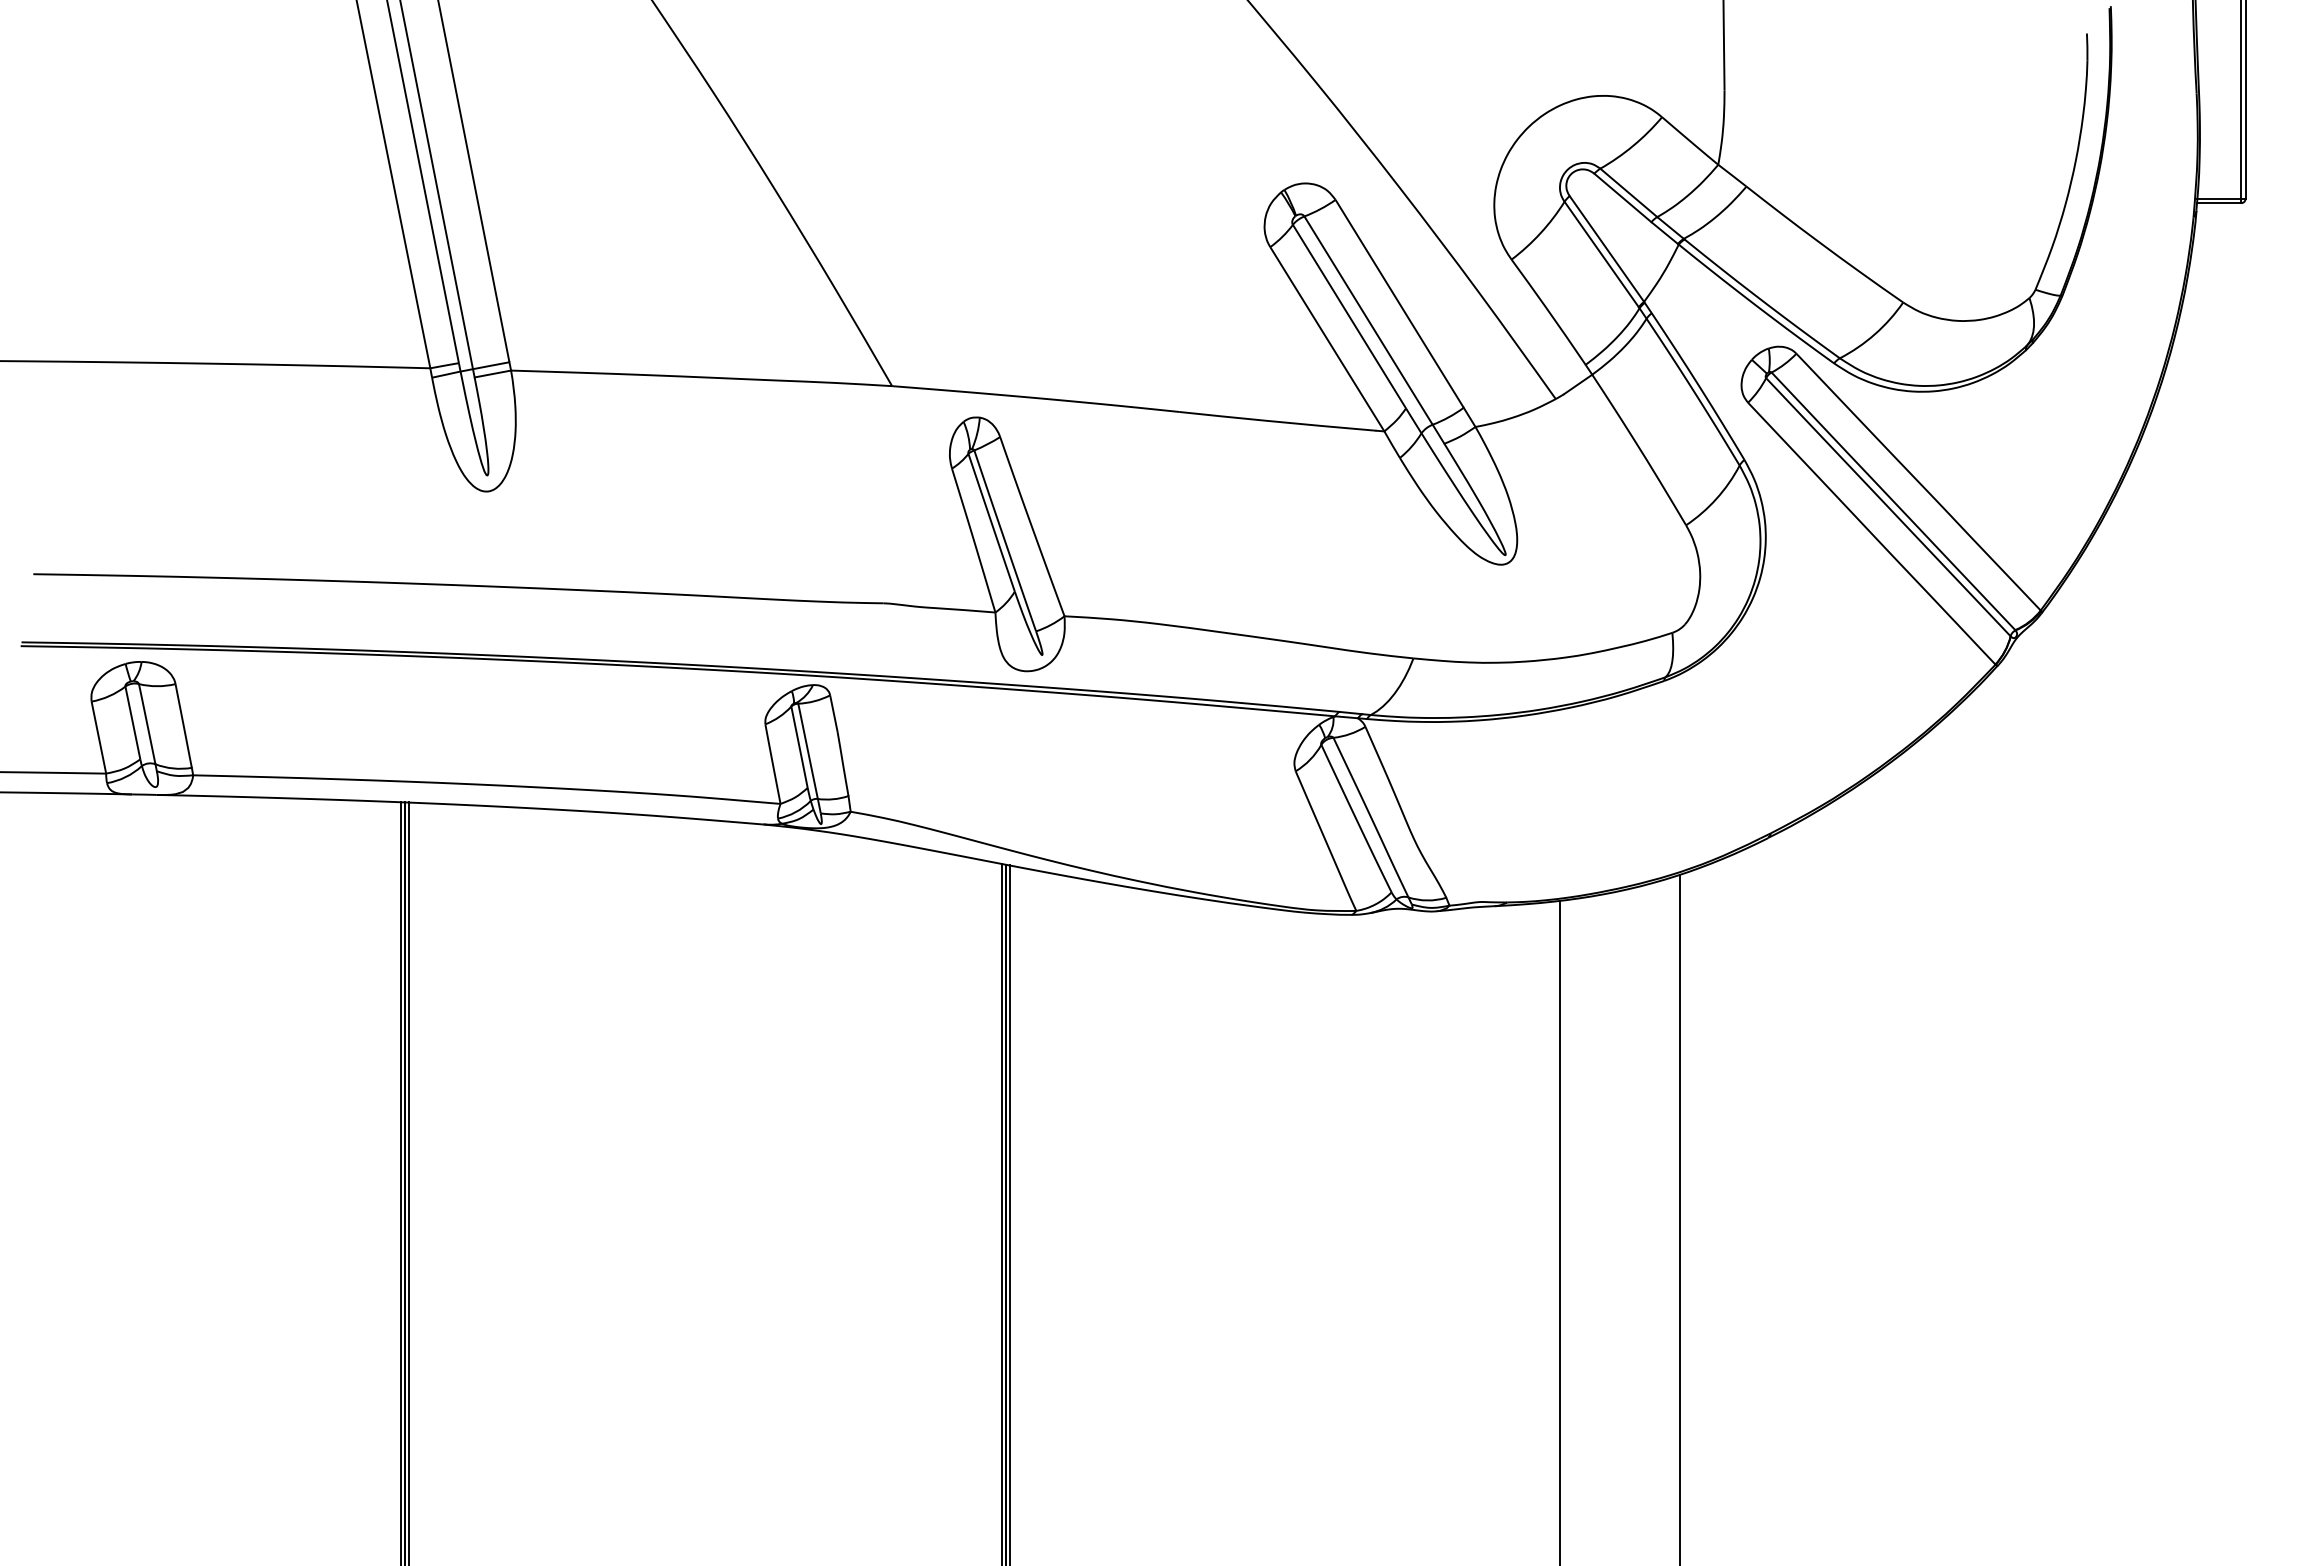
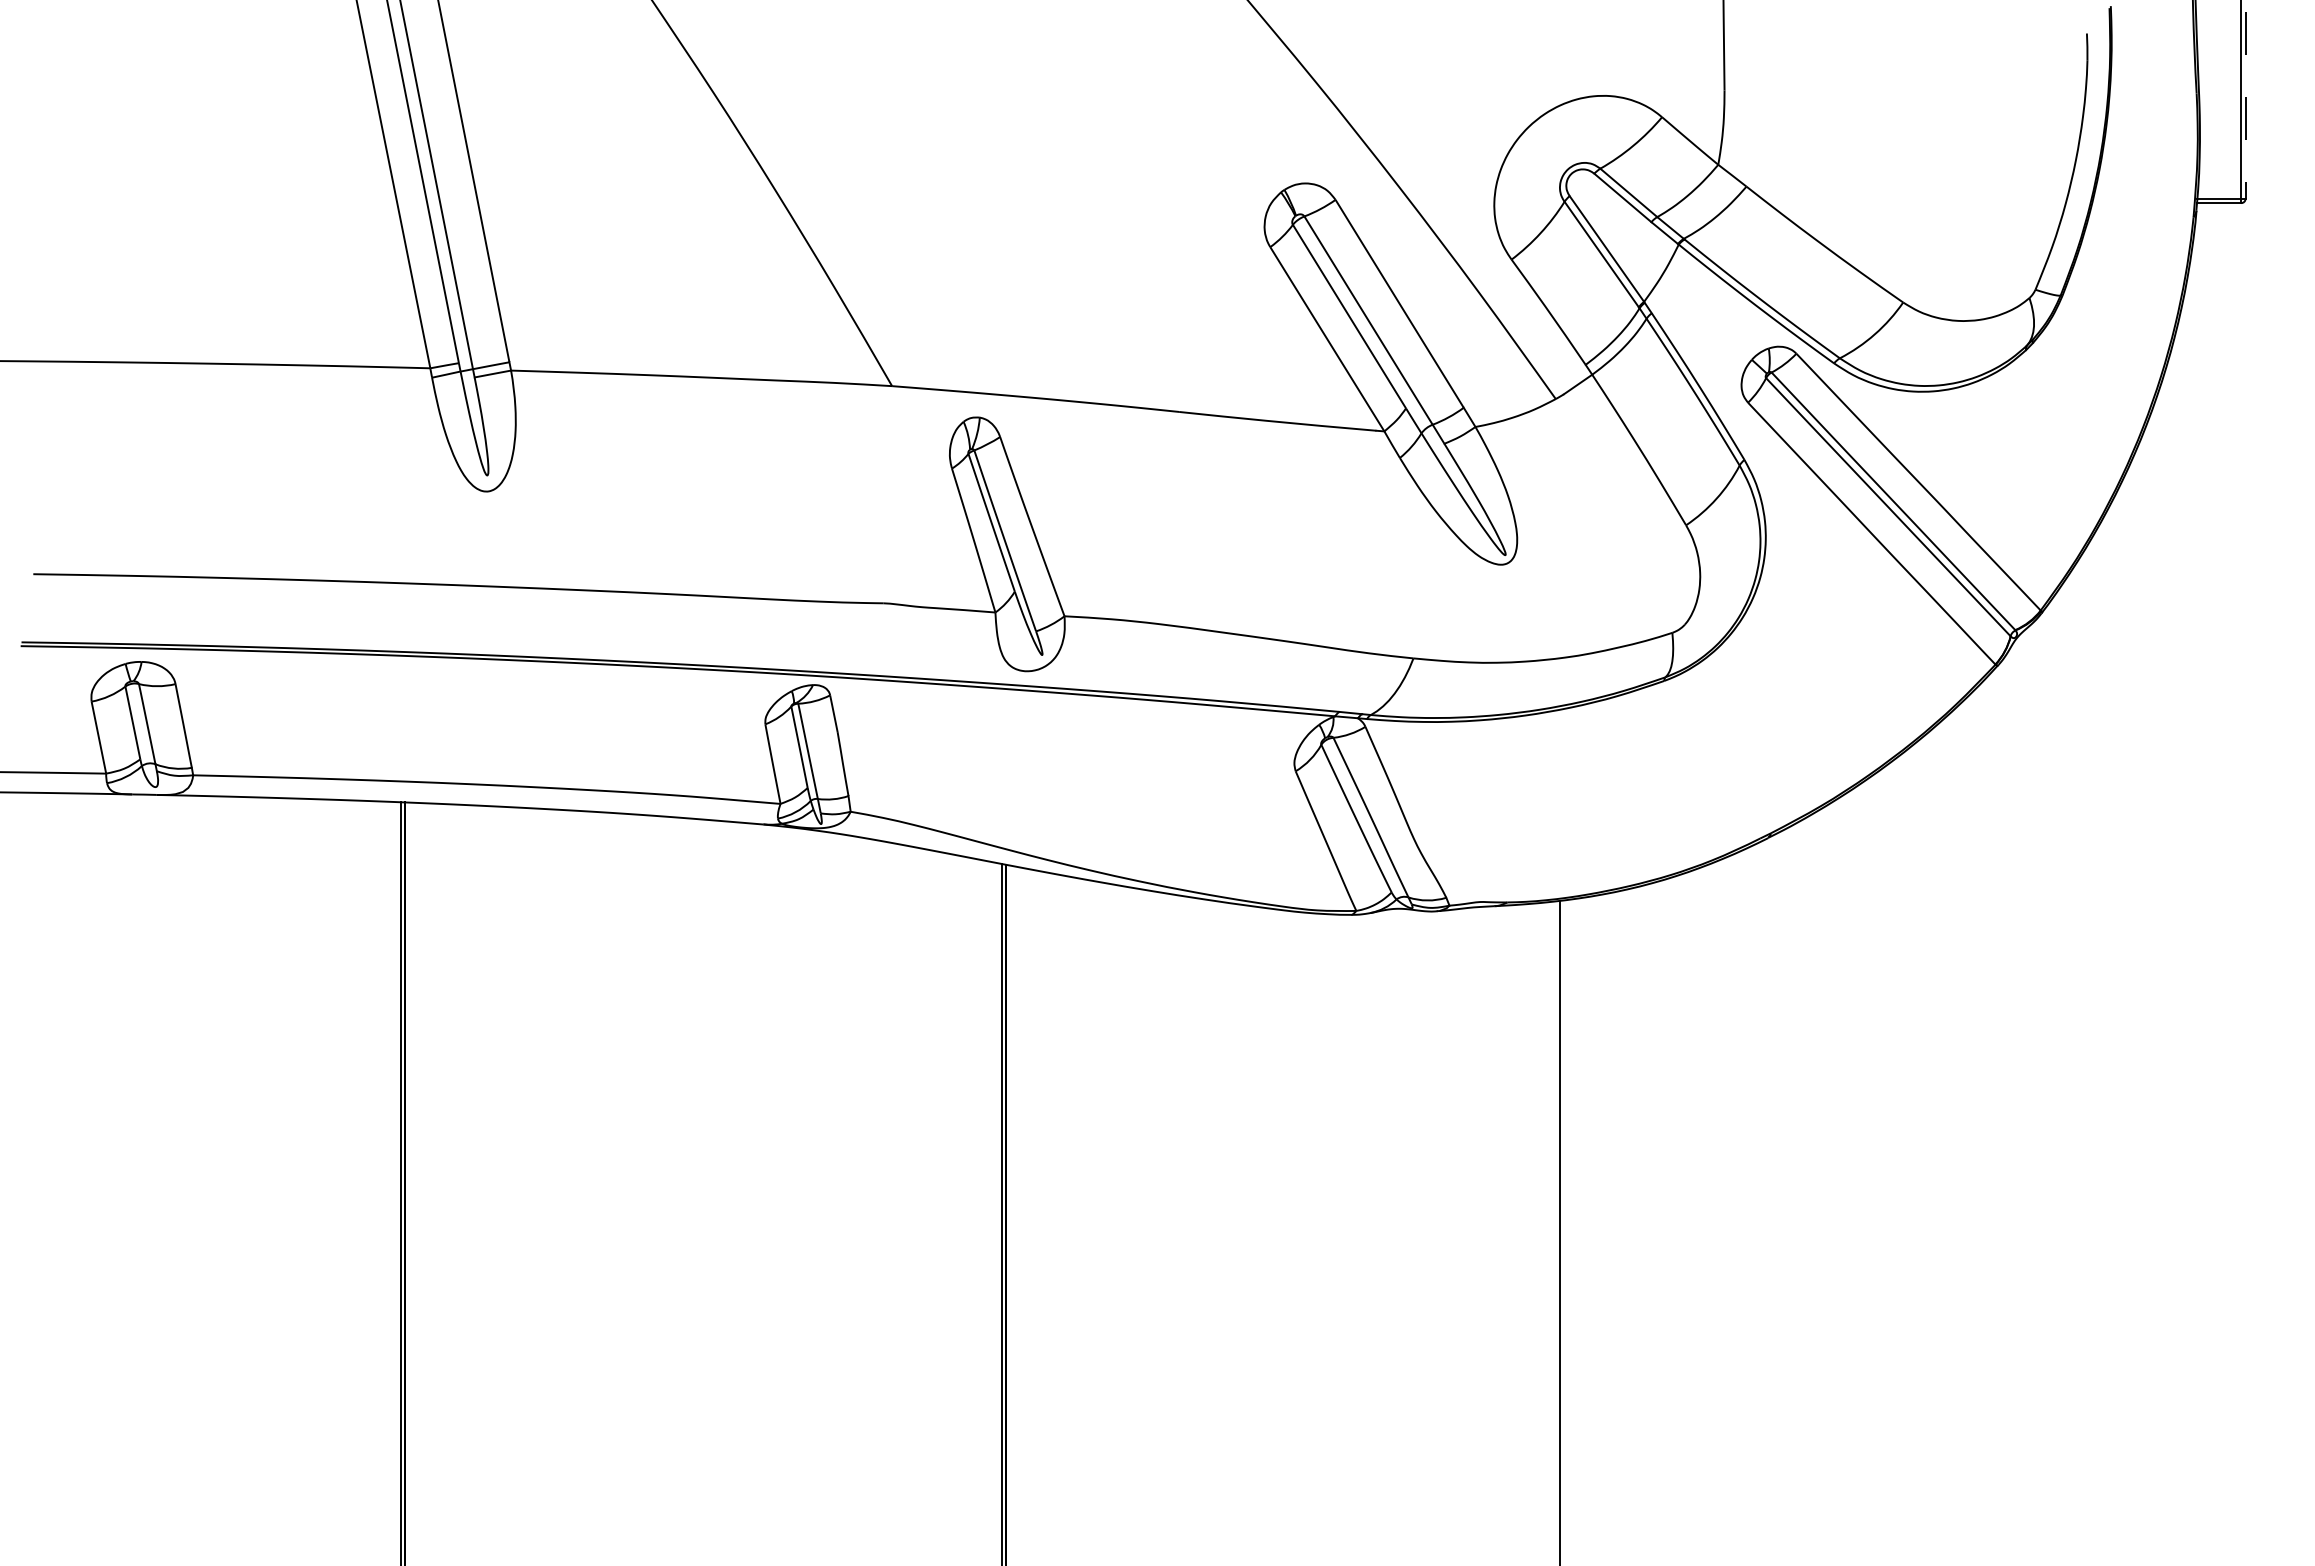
line at (2245, 99): solid -> dashed
line at (409, 1182): present -> none
line at (1010, 1213): present -> none
line at (1680, 1218): present -> none
